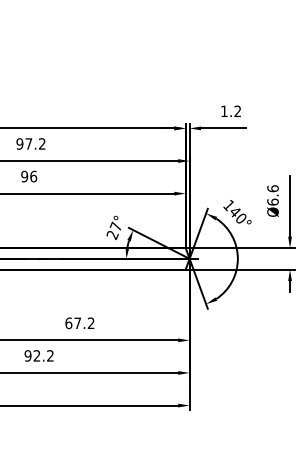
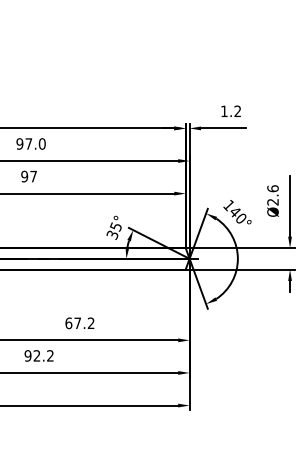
text at (41, 143): 97.2 -> 97.0
text at (33, 176): 96 -> 97
text at (272, 201): Ø6.6 -> Ø2.6
text at (114, 230): 27° -> 35°
